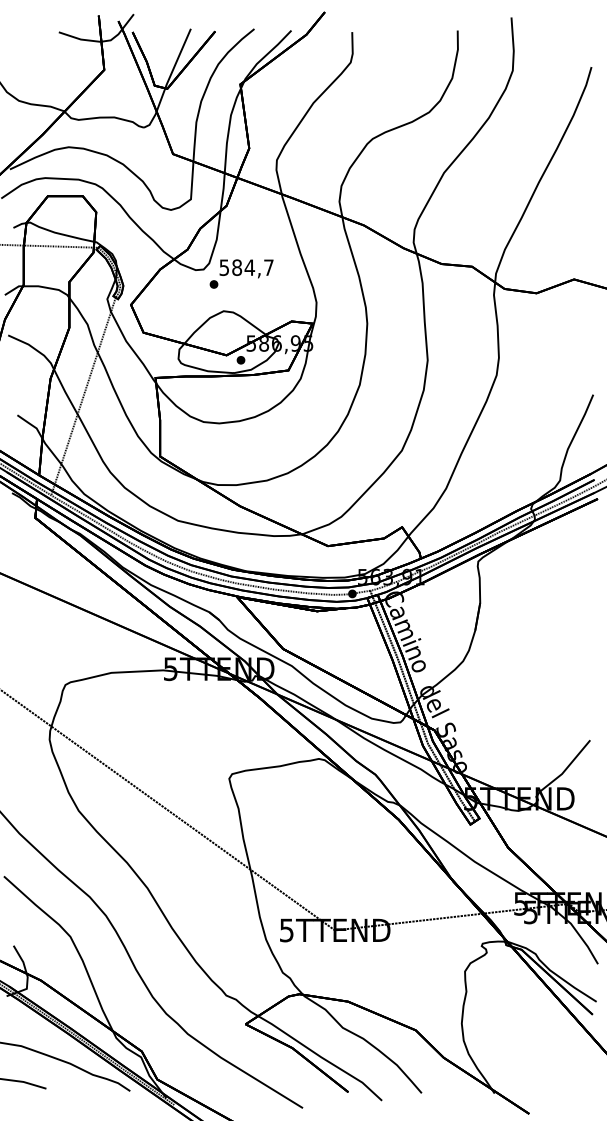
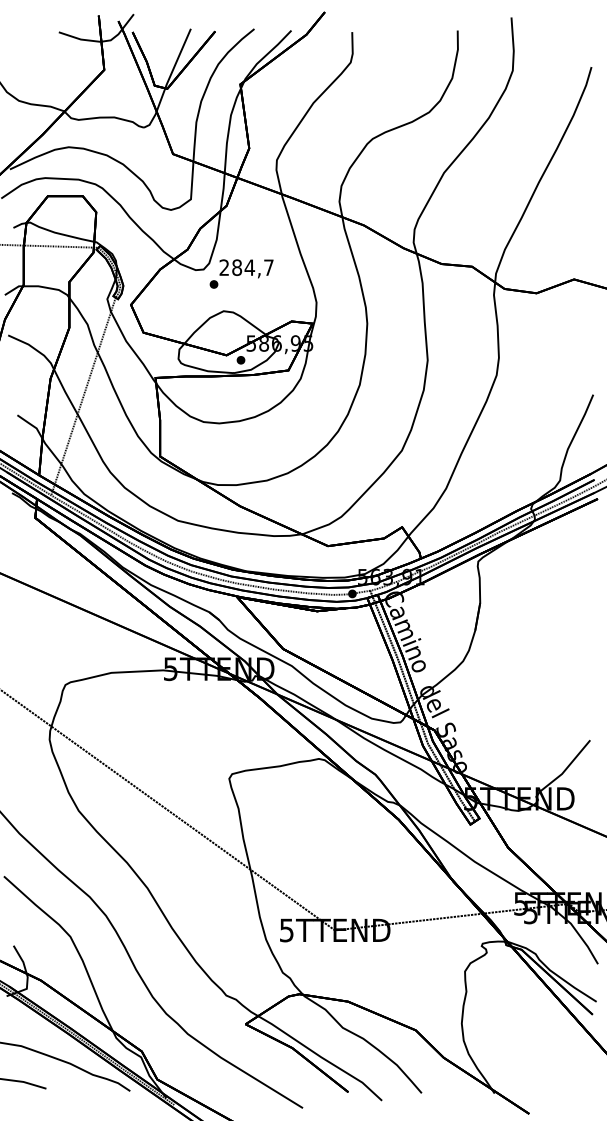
text at (223, 267): 584,7 -> 284,7
